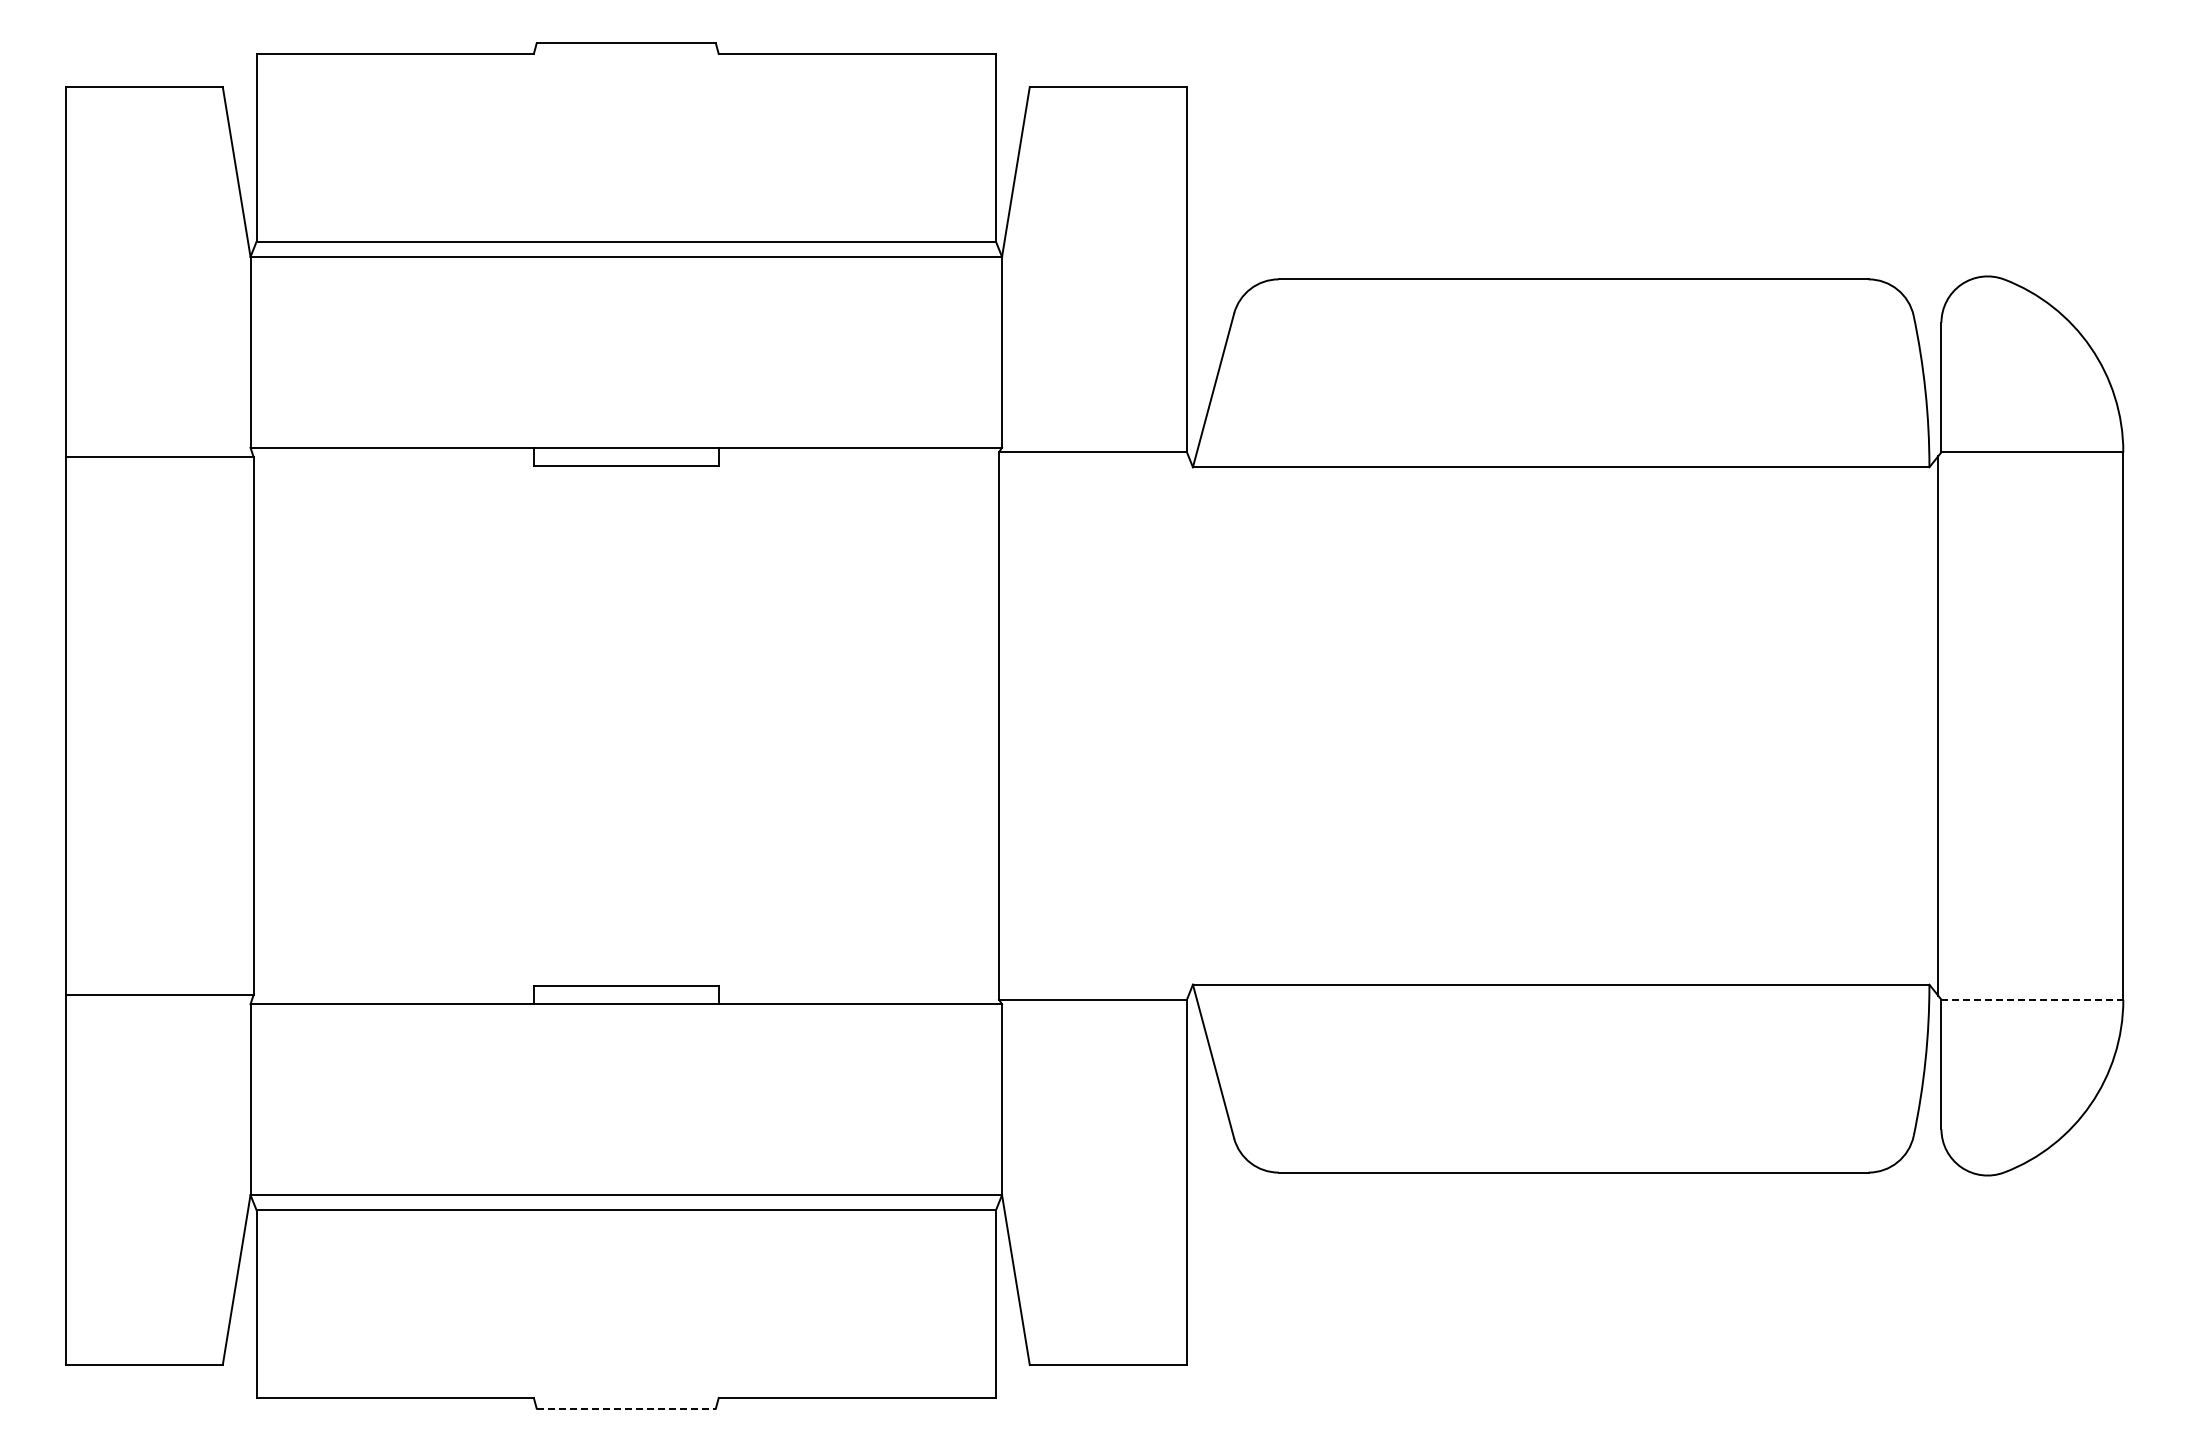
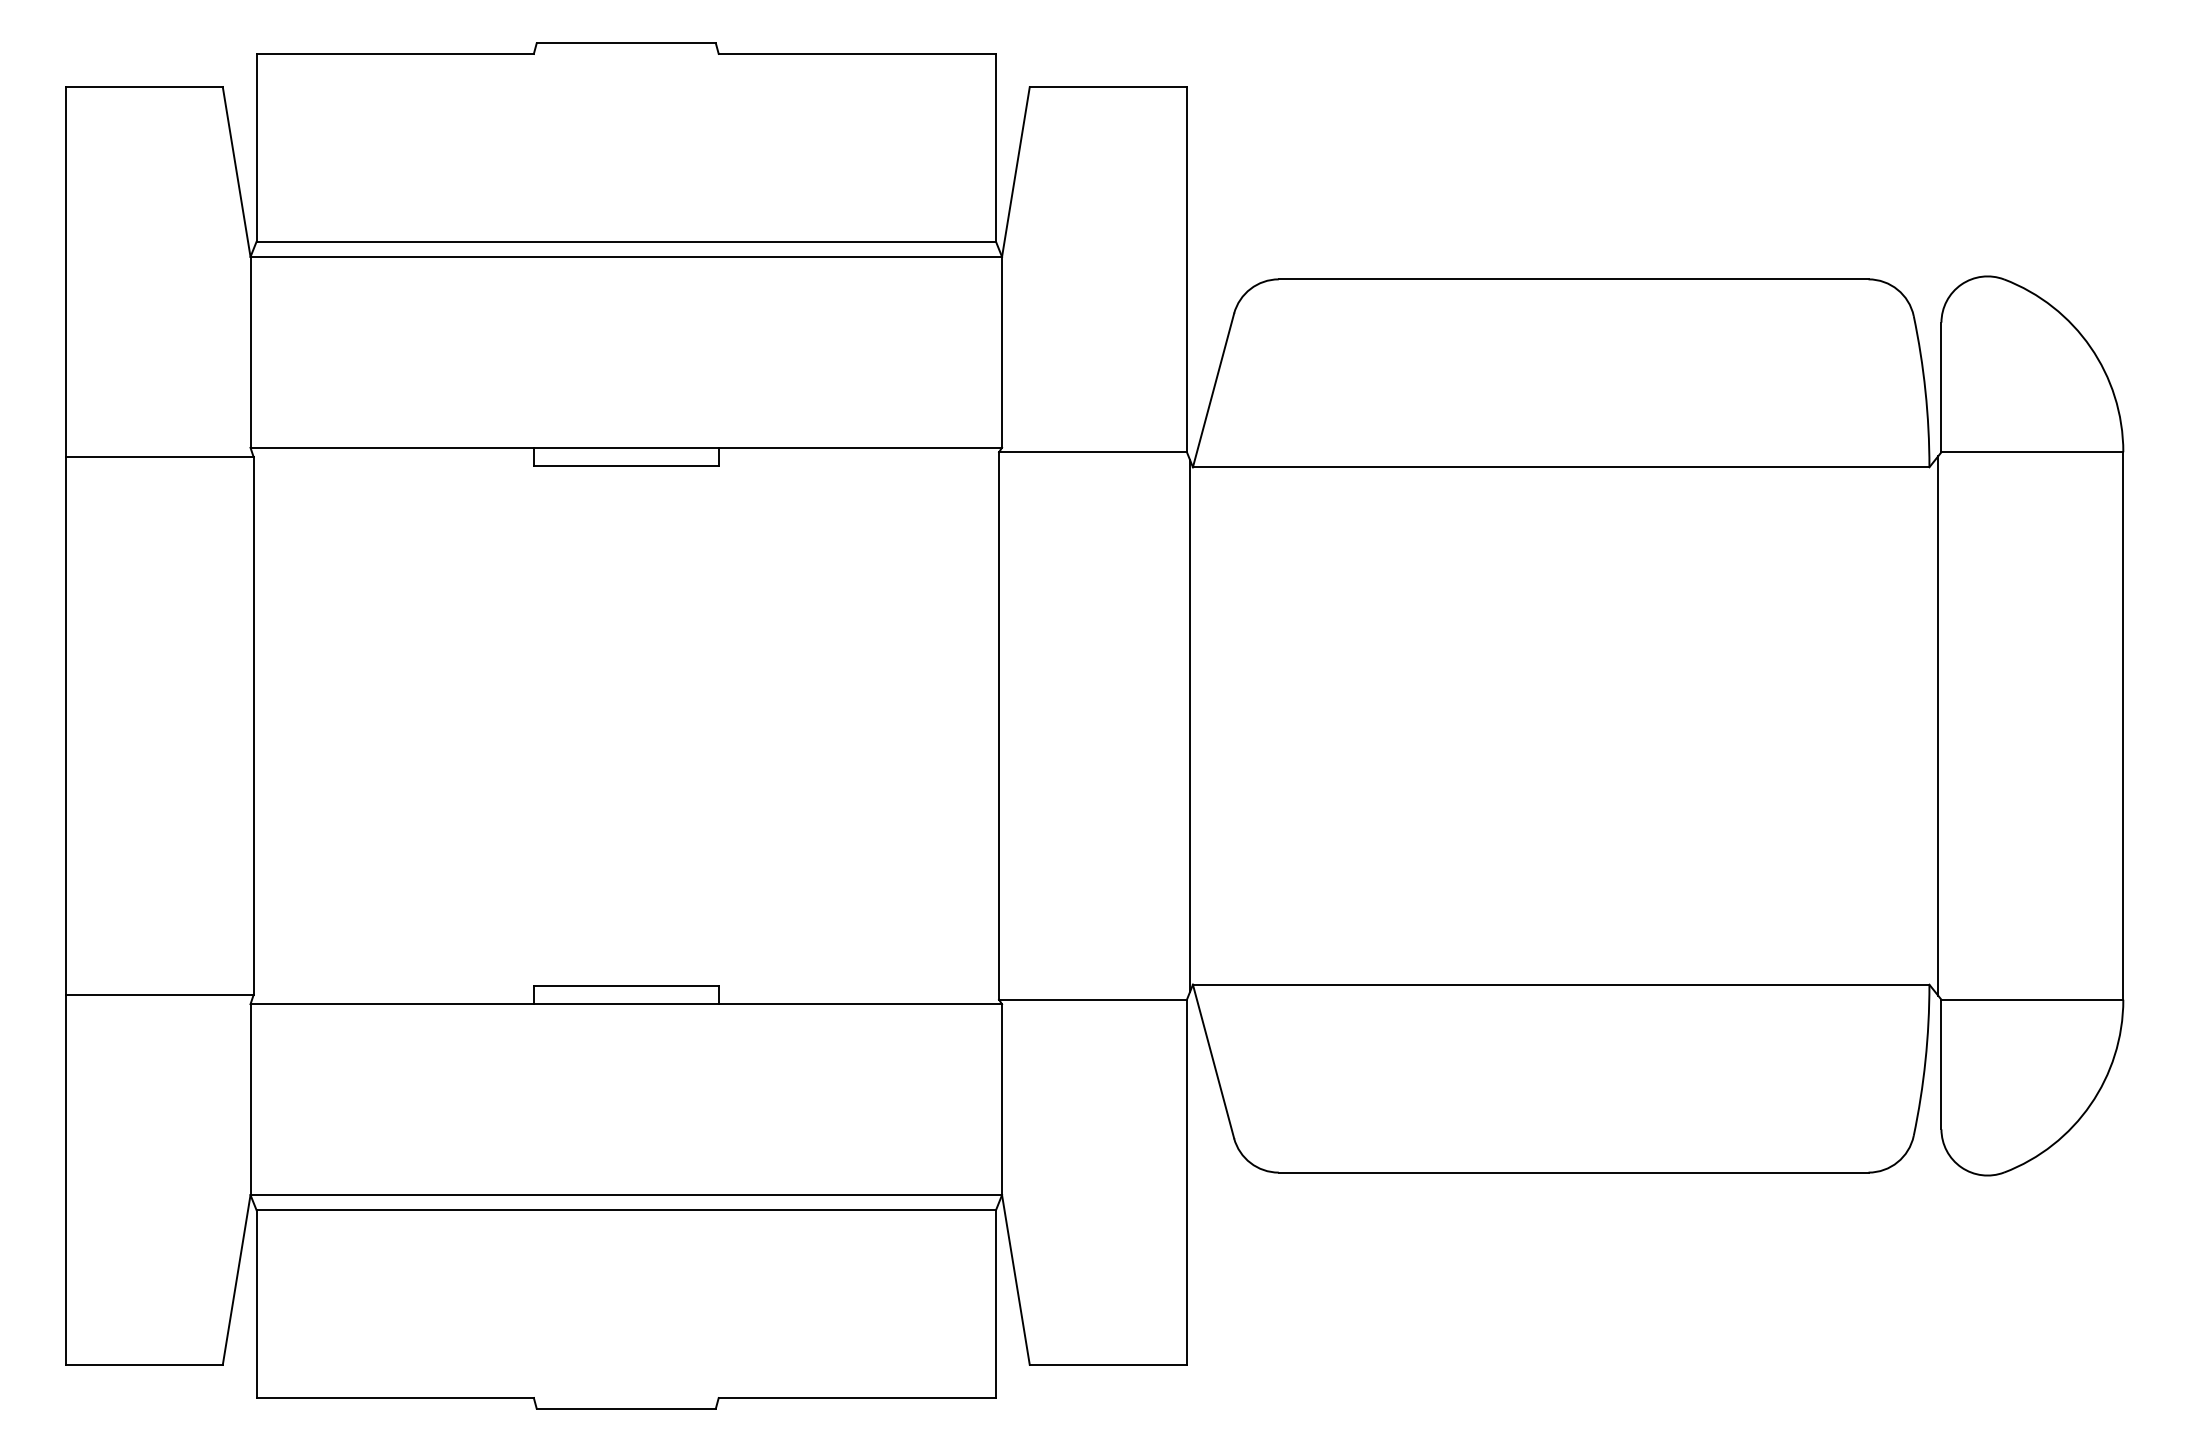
line at (1189, 725): none -> present
line at (2032, 999): dashed -> solid
line at (626, 1408): dashed -> solid
